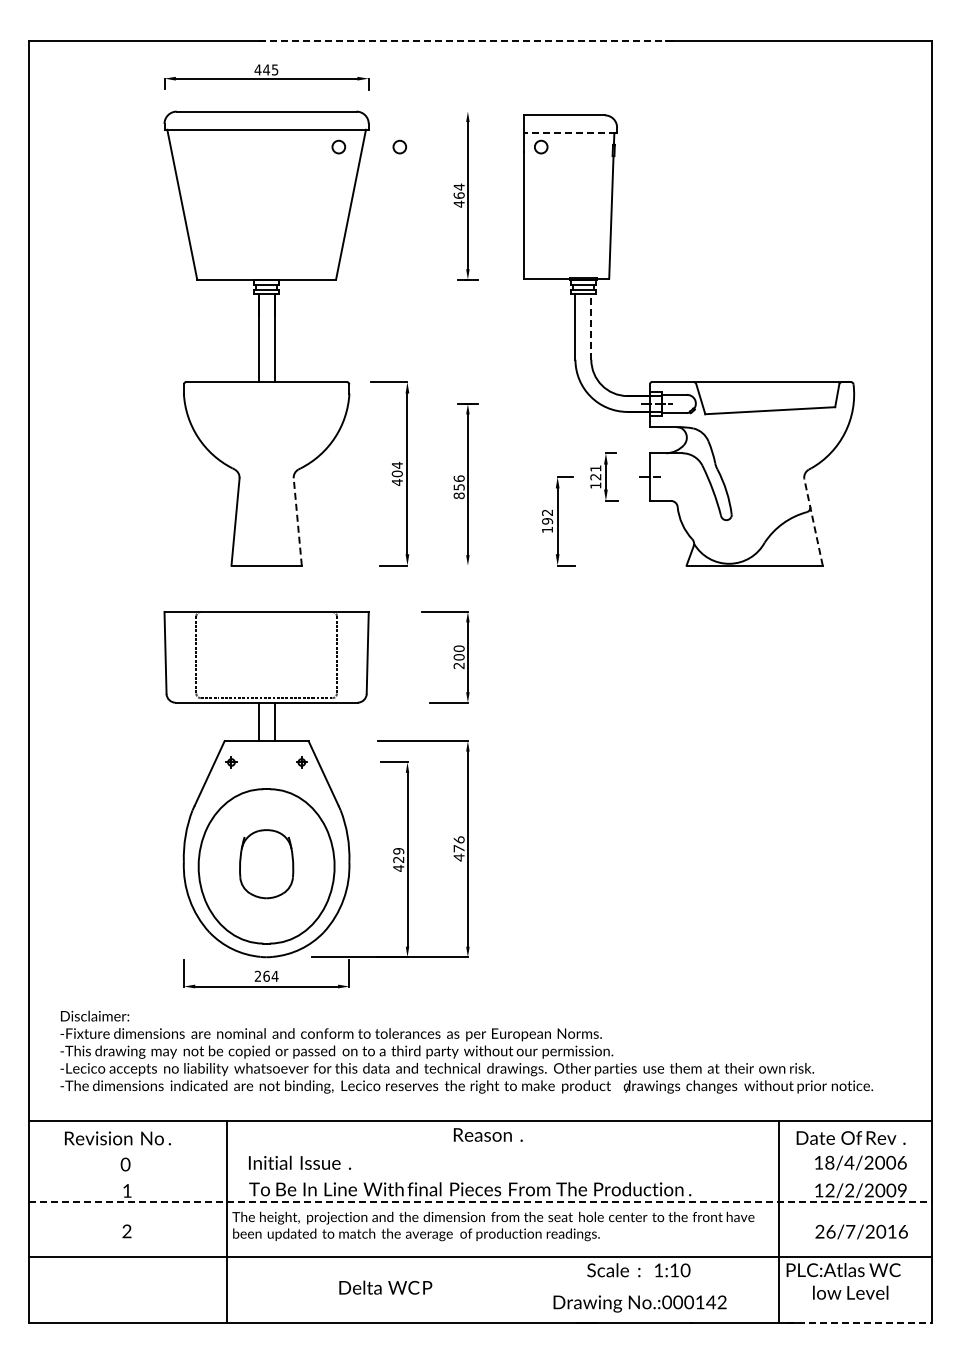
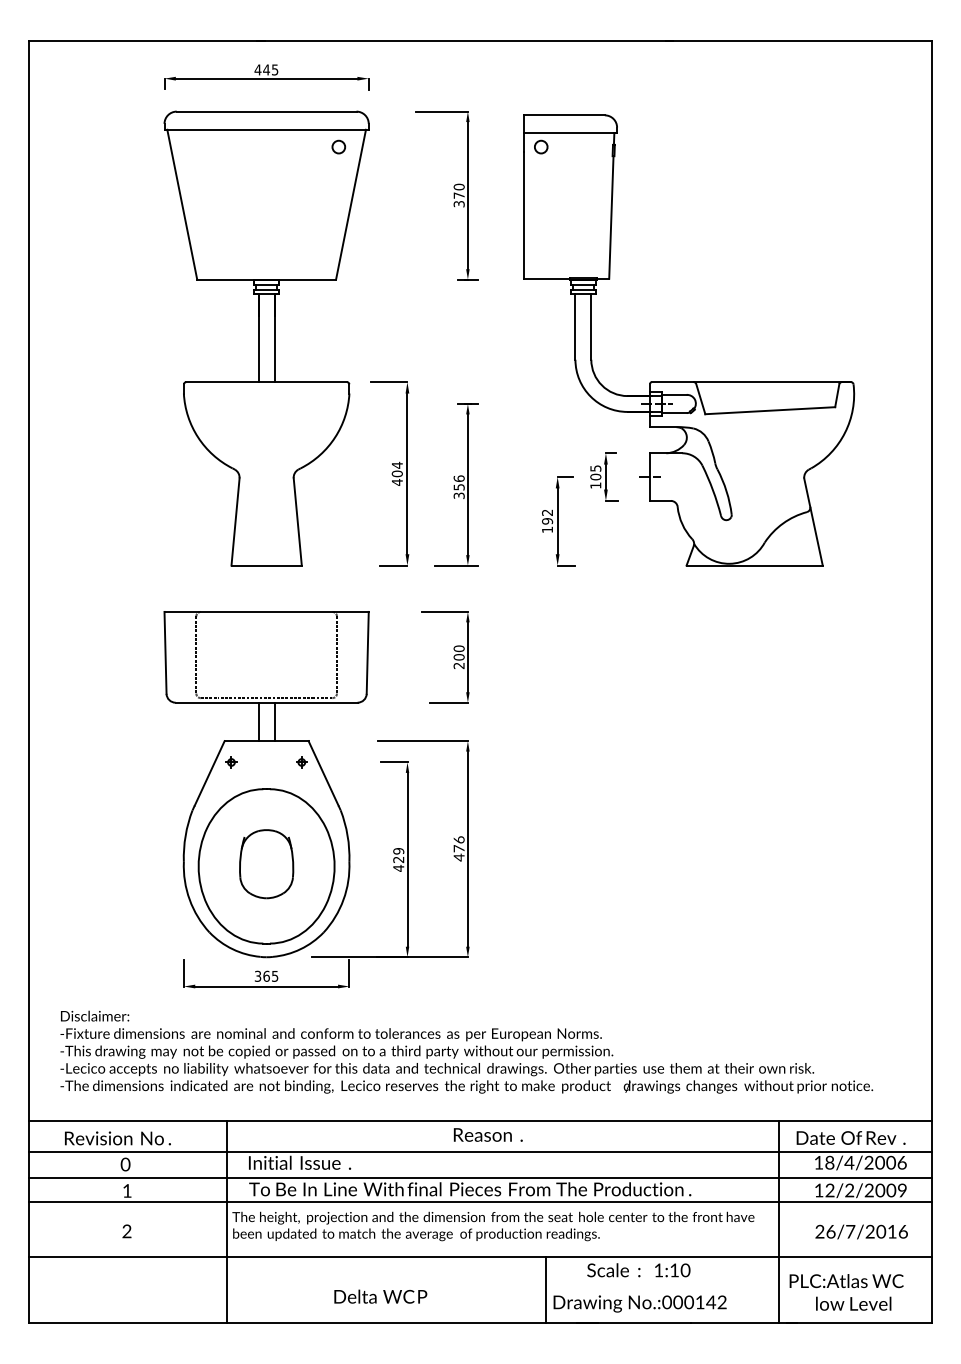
line at (465, 40): dashed -> solid
line at (441, 111): none -> present
line at (569, 133): dashed -> solid
circle at (399, 146): present -> none
text at (458, 195): 464 -> 370
line at (591, 327): dashed -> solid
text at (595, 472): 121 -> 105
text at (458, 495): 856 -> 356
line at (297, 521): dashed -> solid
line at (813, 521): dashed -> solid
line at (456, 565): none -> present
text at (266, 976): 264 -> 365
line at (480, 1151): none -> present
line at (480, 1178): none -> present
line at (480, 1202): dashed -> solid
text at (843, 1281) position: (843, 1281) -> (846, 1292)
text at (385, 1287) position: (385, 1287) -> (380, 1296)
line at (546, 1290): none -> present
line at (859, 1323): dashed -> solid
